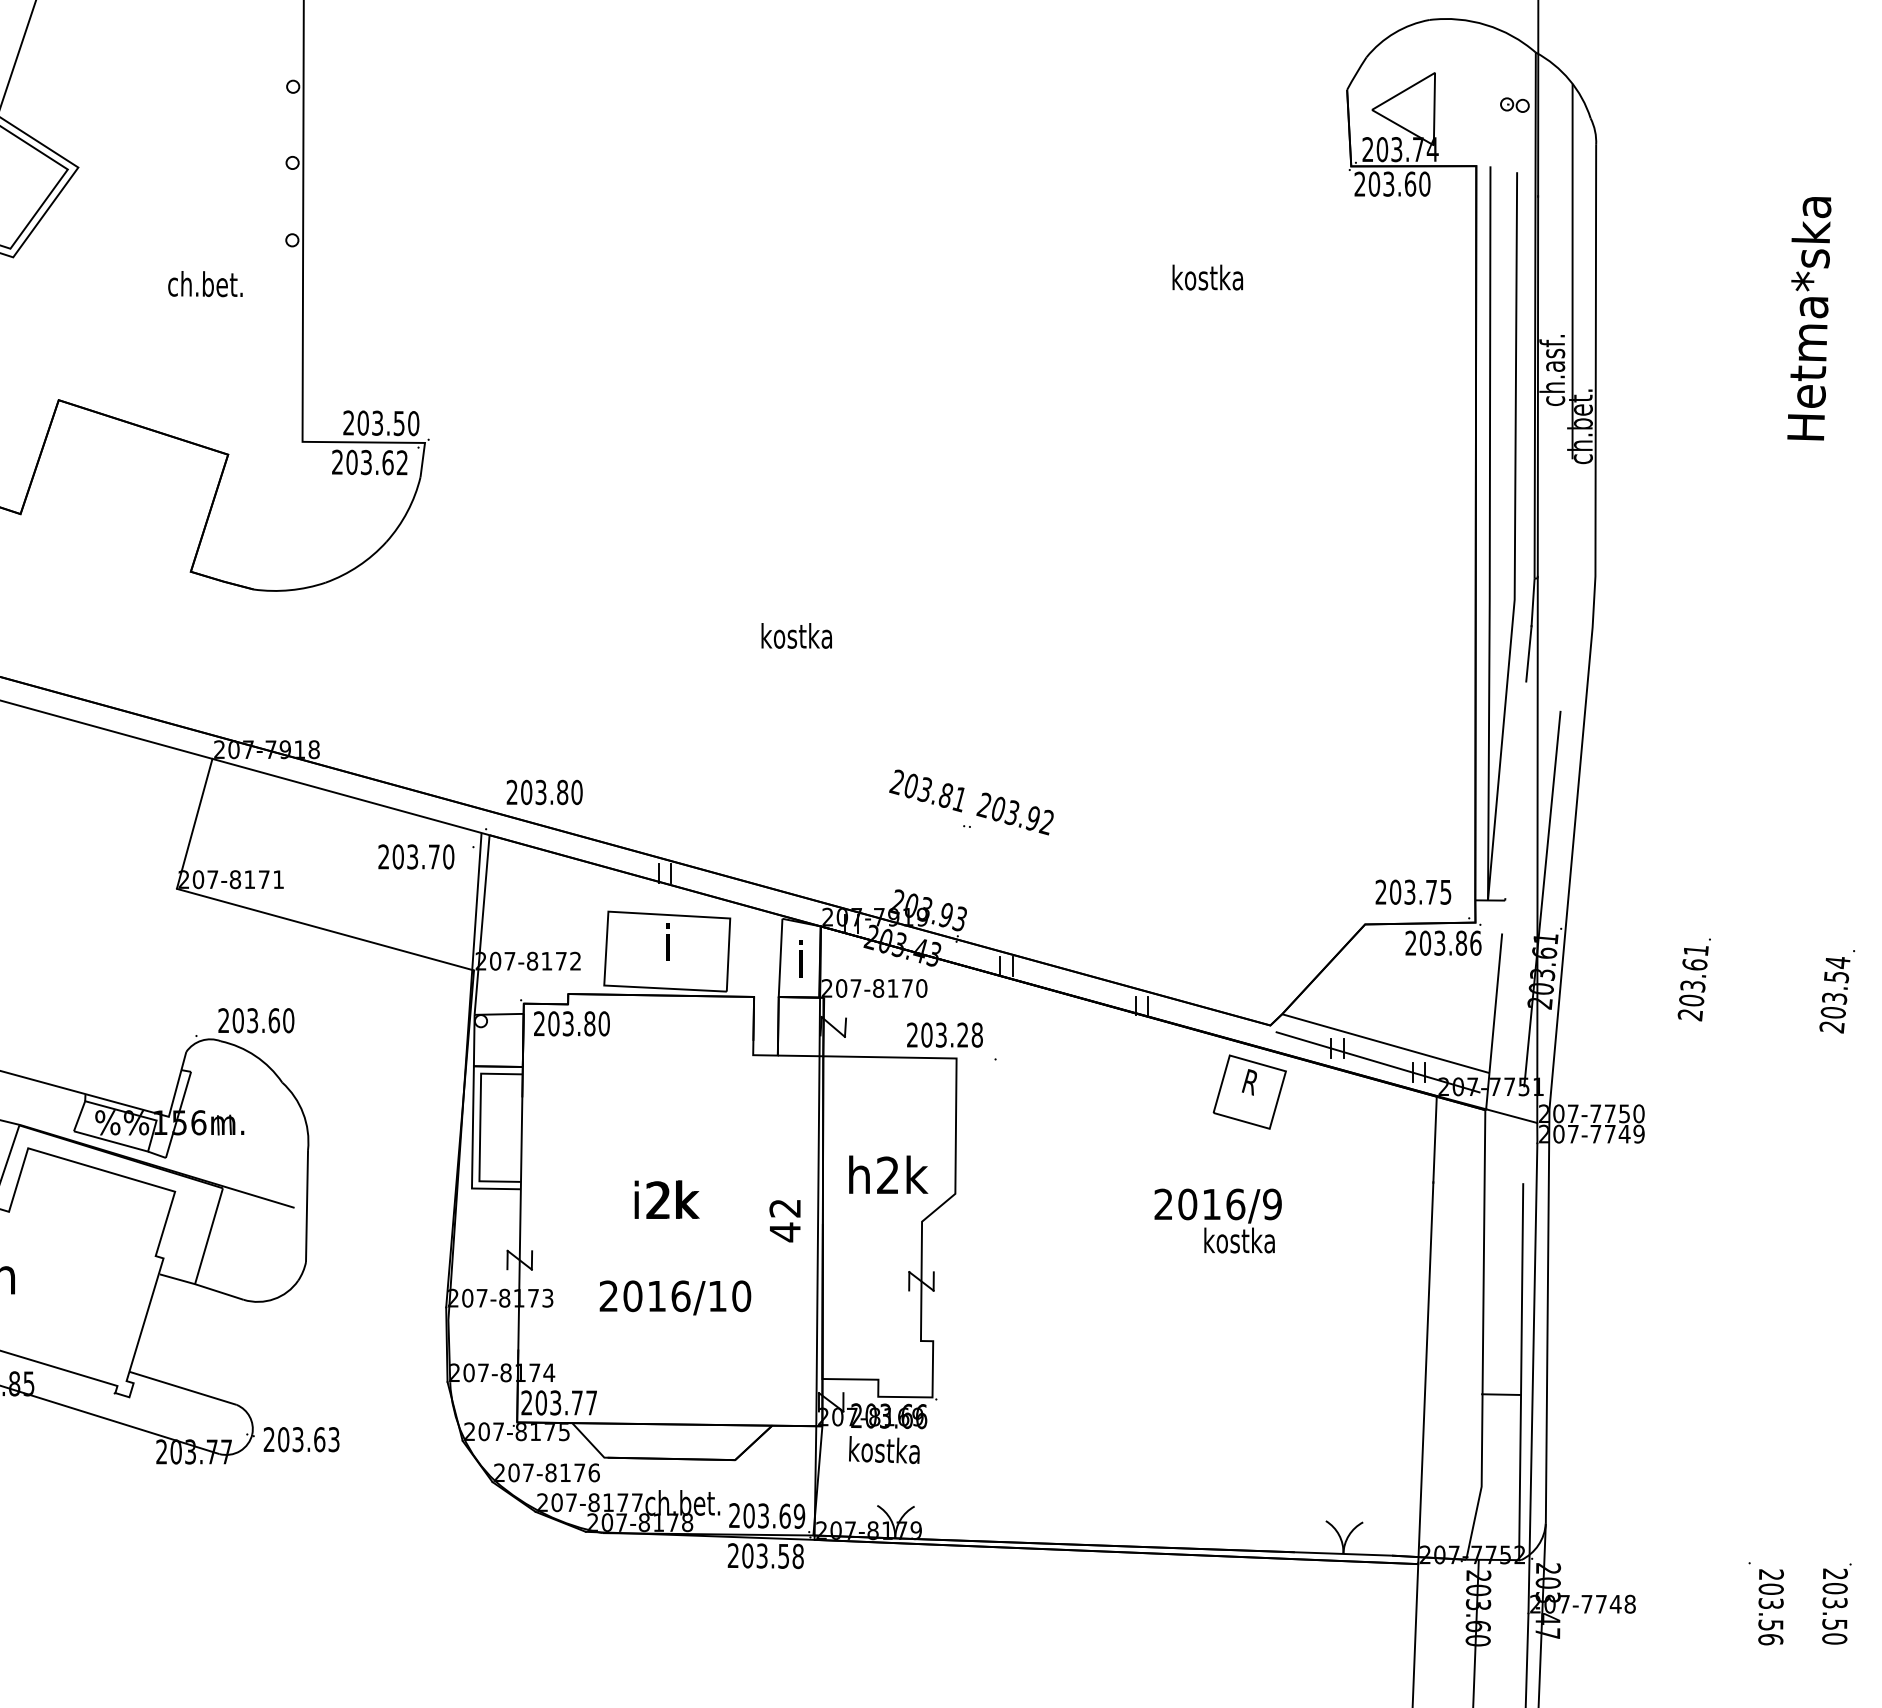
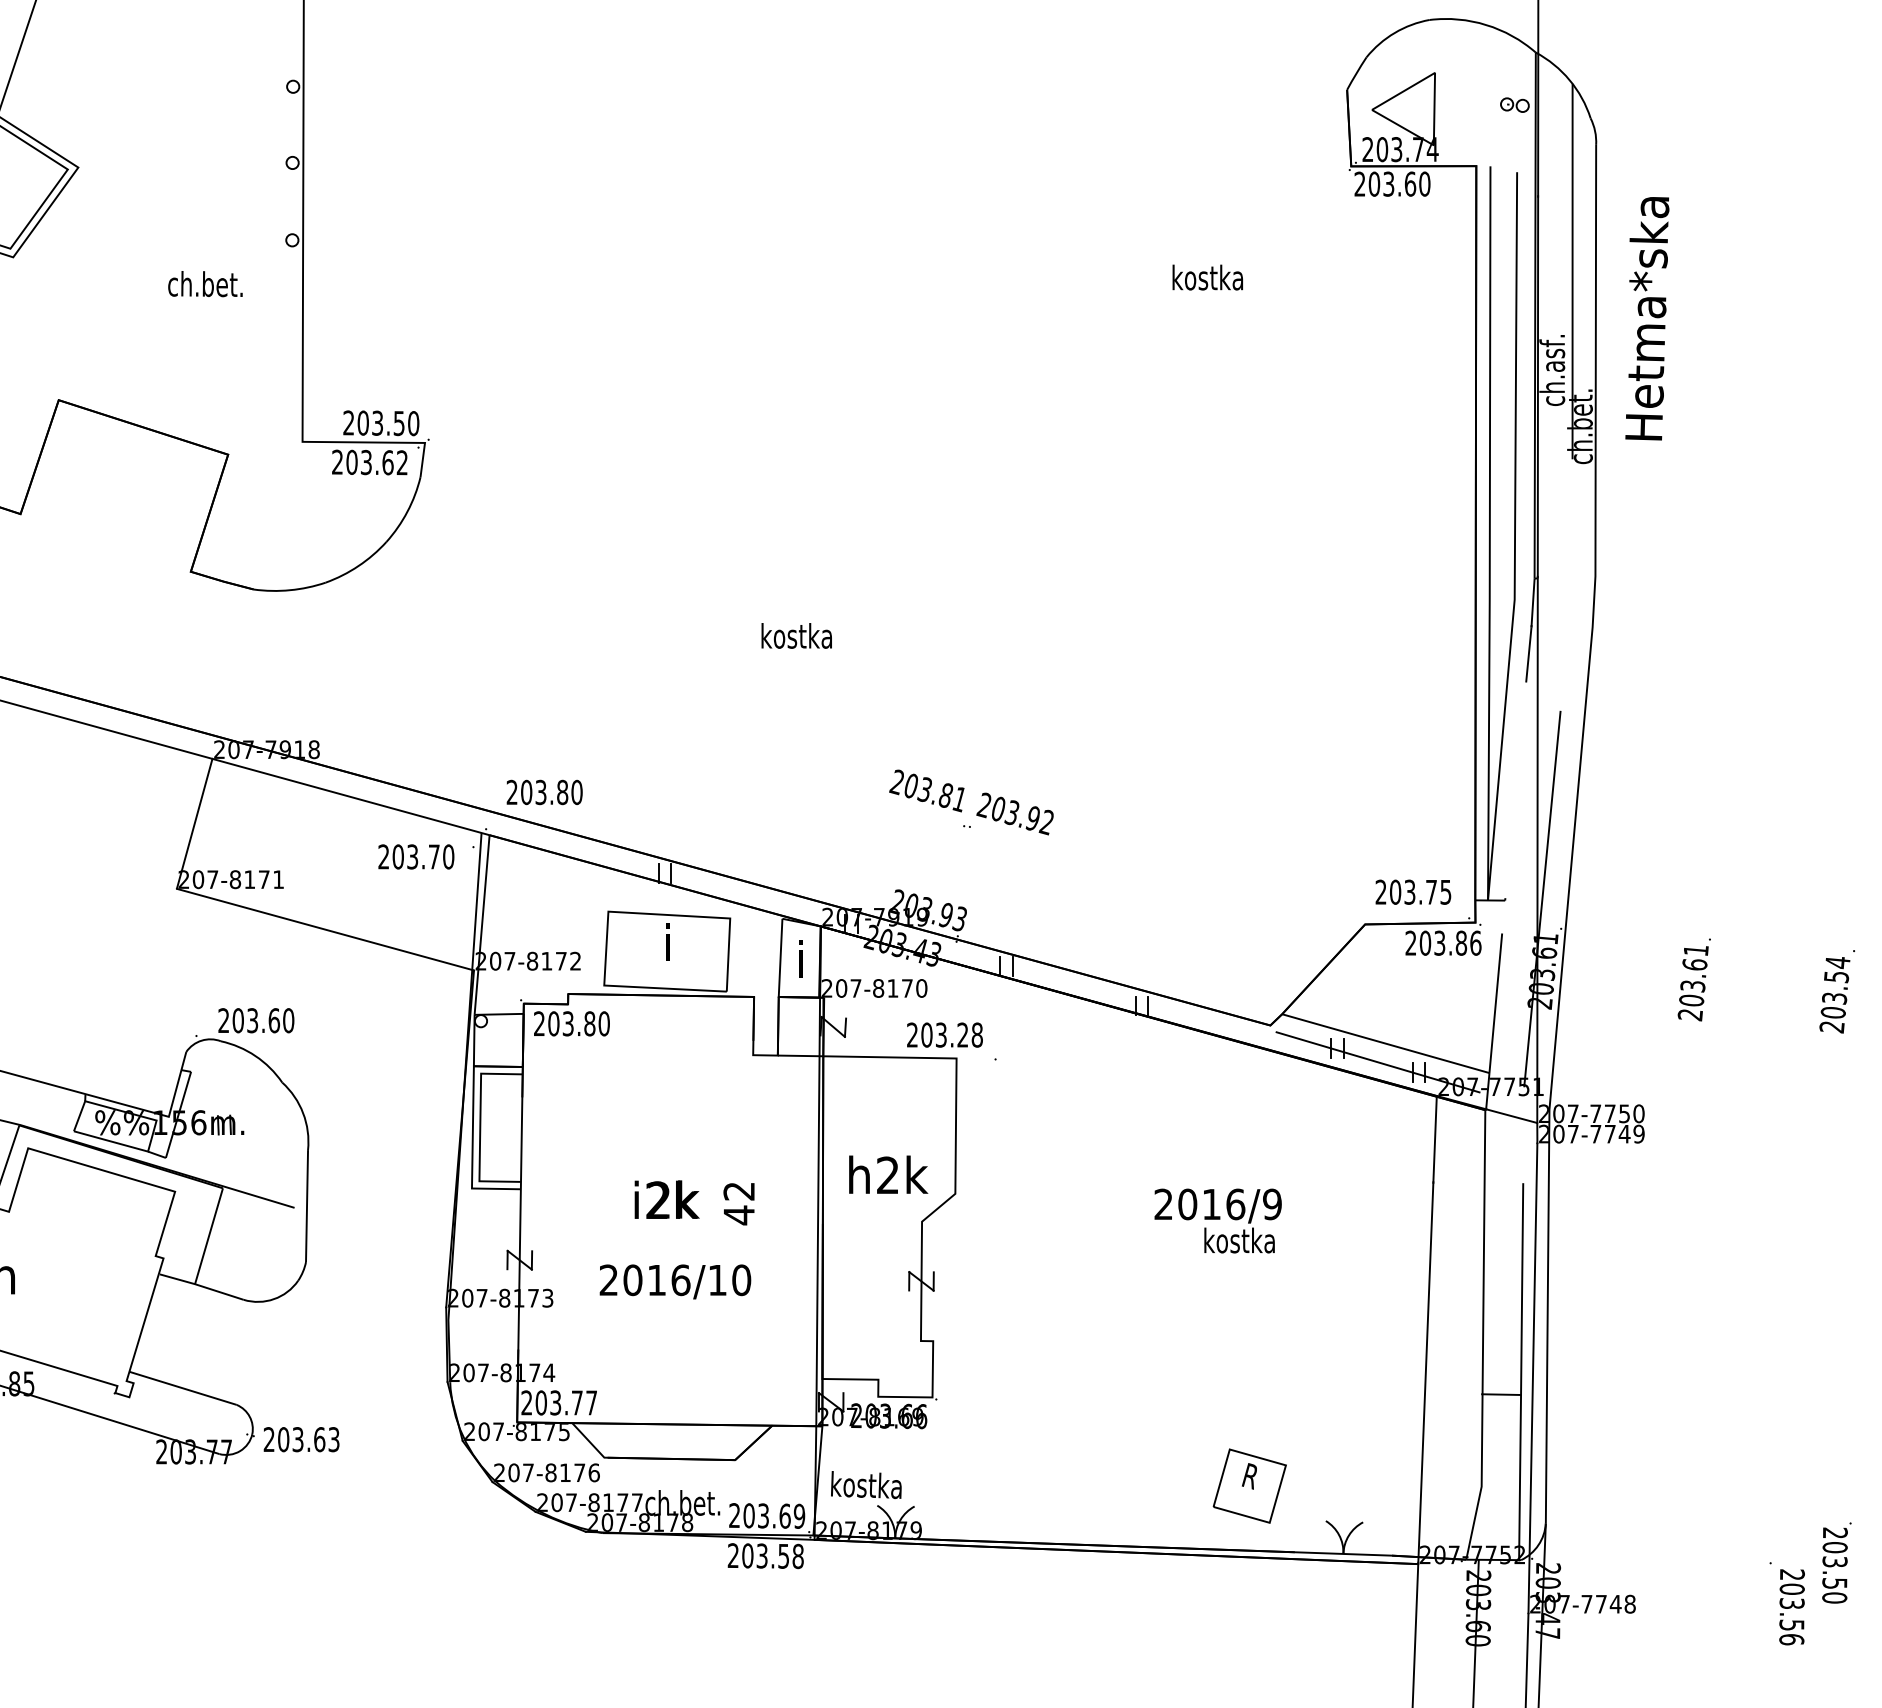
text at (1809, 318) position: (1809, 318) -> (1647, 318)
part at (1249, 1091) position: (1249, 1091) -> (1249, 1485)
text at (784, 1221) position: (784, 1221) -> (738, 1204)
text at (675, 1297) position: (675, 1297) -> (675, 1281)
text at (884, 1450) position: (884, 1450) -> (866, 1485)
text at (1765, 1603) position: (1765, 1603) -> (1786, 1603)
text at (1836, 1603) position: (1836, 1603) -> (1836, 1562)
